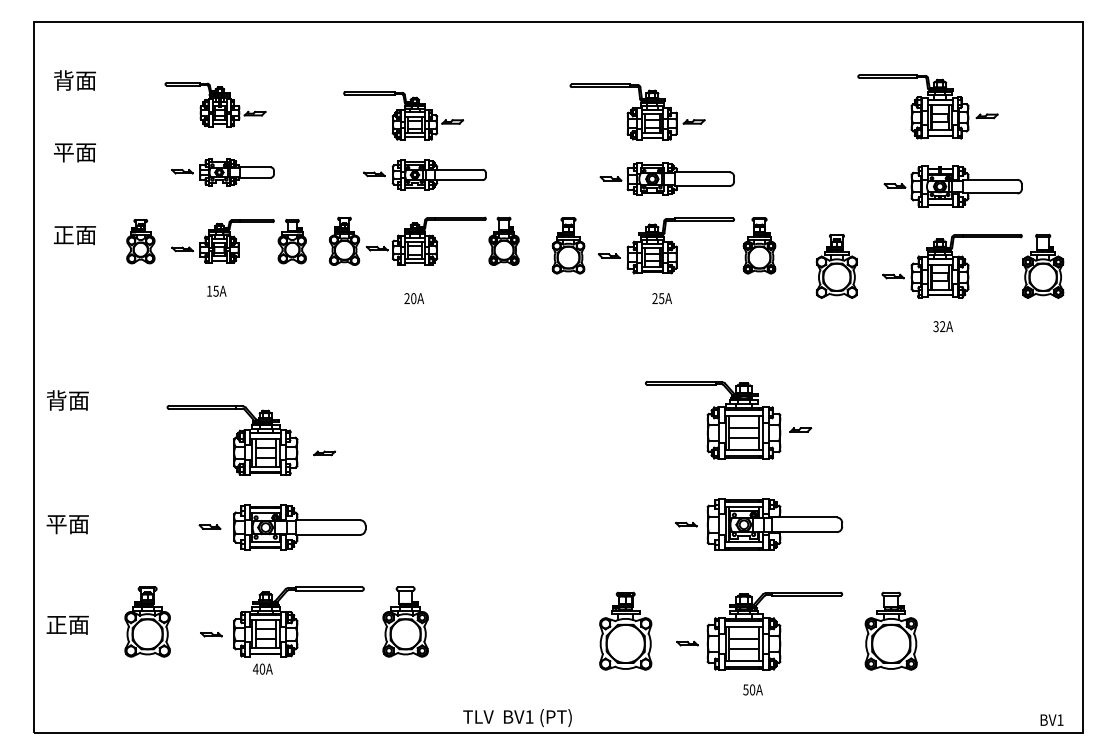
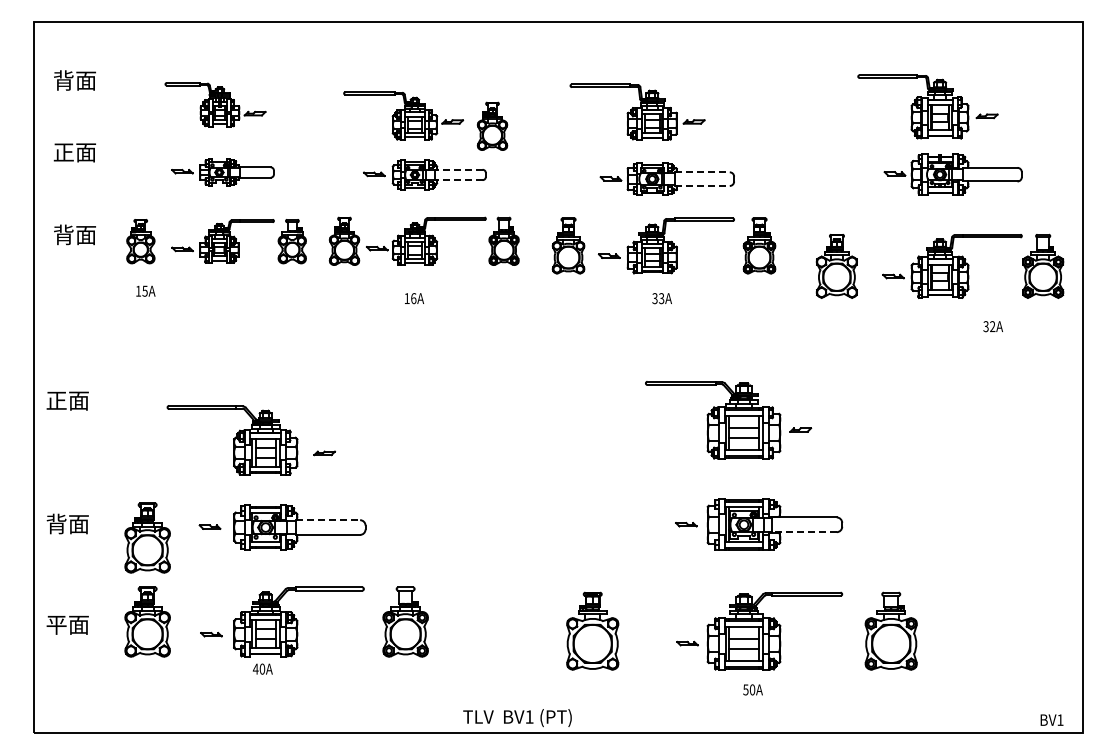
part at (492, 125): none -> present
text at (63, 152): 平面 -> 正面
line at (458, 169): solid -> dashed
line at (702, 172): solid -> dashed
line at (458, 180): solid -> dashed
line at (702, 185): solid -> dashed
part at (952, 186) position: (952, 186) -> (952, 174)
text at (63, 234): 正面 -> 背面
text at (216, 290) position: (216, 290) -> (145, 290)
text at (410, 298): 20A -> 16A
text at (658, 298): 25A -> 33A
text at (942, 326) position: (942, 326) -> (992, 326)
text at (56, 400): 背面 -> 正面
line at (328, 520): solid -> dashed
text at (56, 523): 平面 -> 背面
line at (804, 532): solid -> dashed
part at (147, 537): none -> present
text at (56, 624): 正面 -> 平面
part at (625, 630) position: (625, 630) -> (592, 630)
